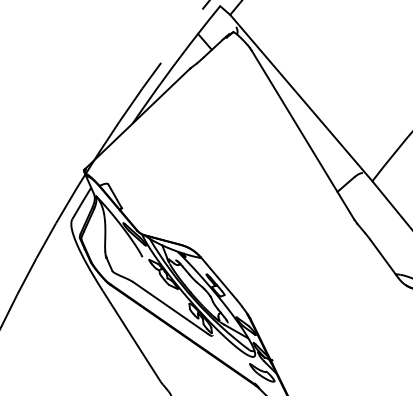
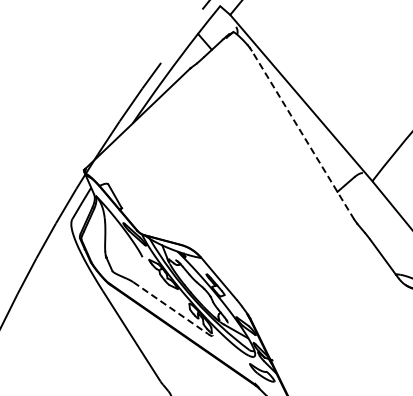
line at (303, 135): solid -> dashed
line at (171, 308): solid -> dashed
